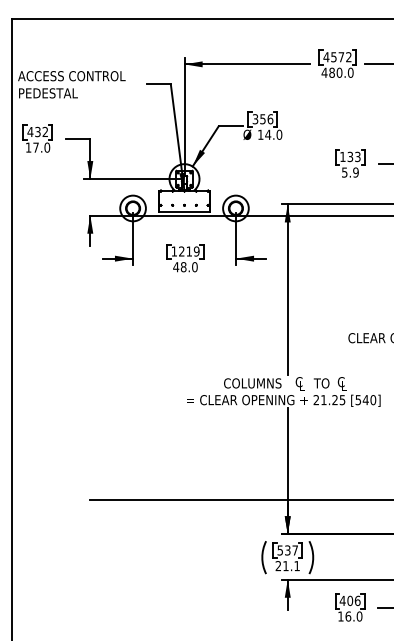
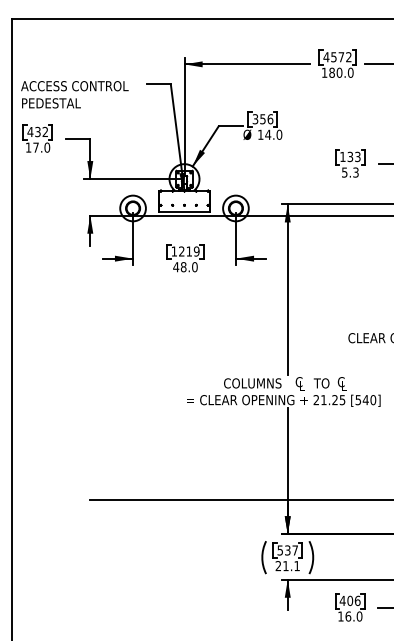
text at (324, 72): 480.0 -> 180.0
text at (71, 84) position: (71, 84) -> (74, 94)
text at (355, 172): 5.9 -> 5.3
